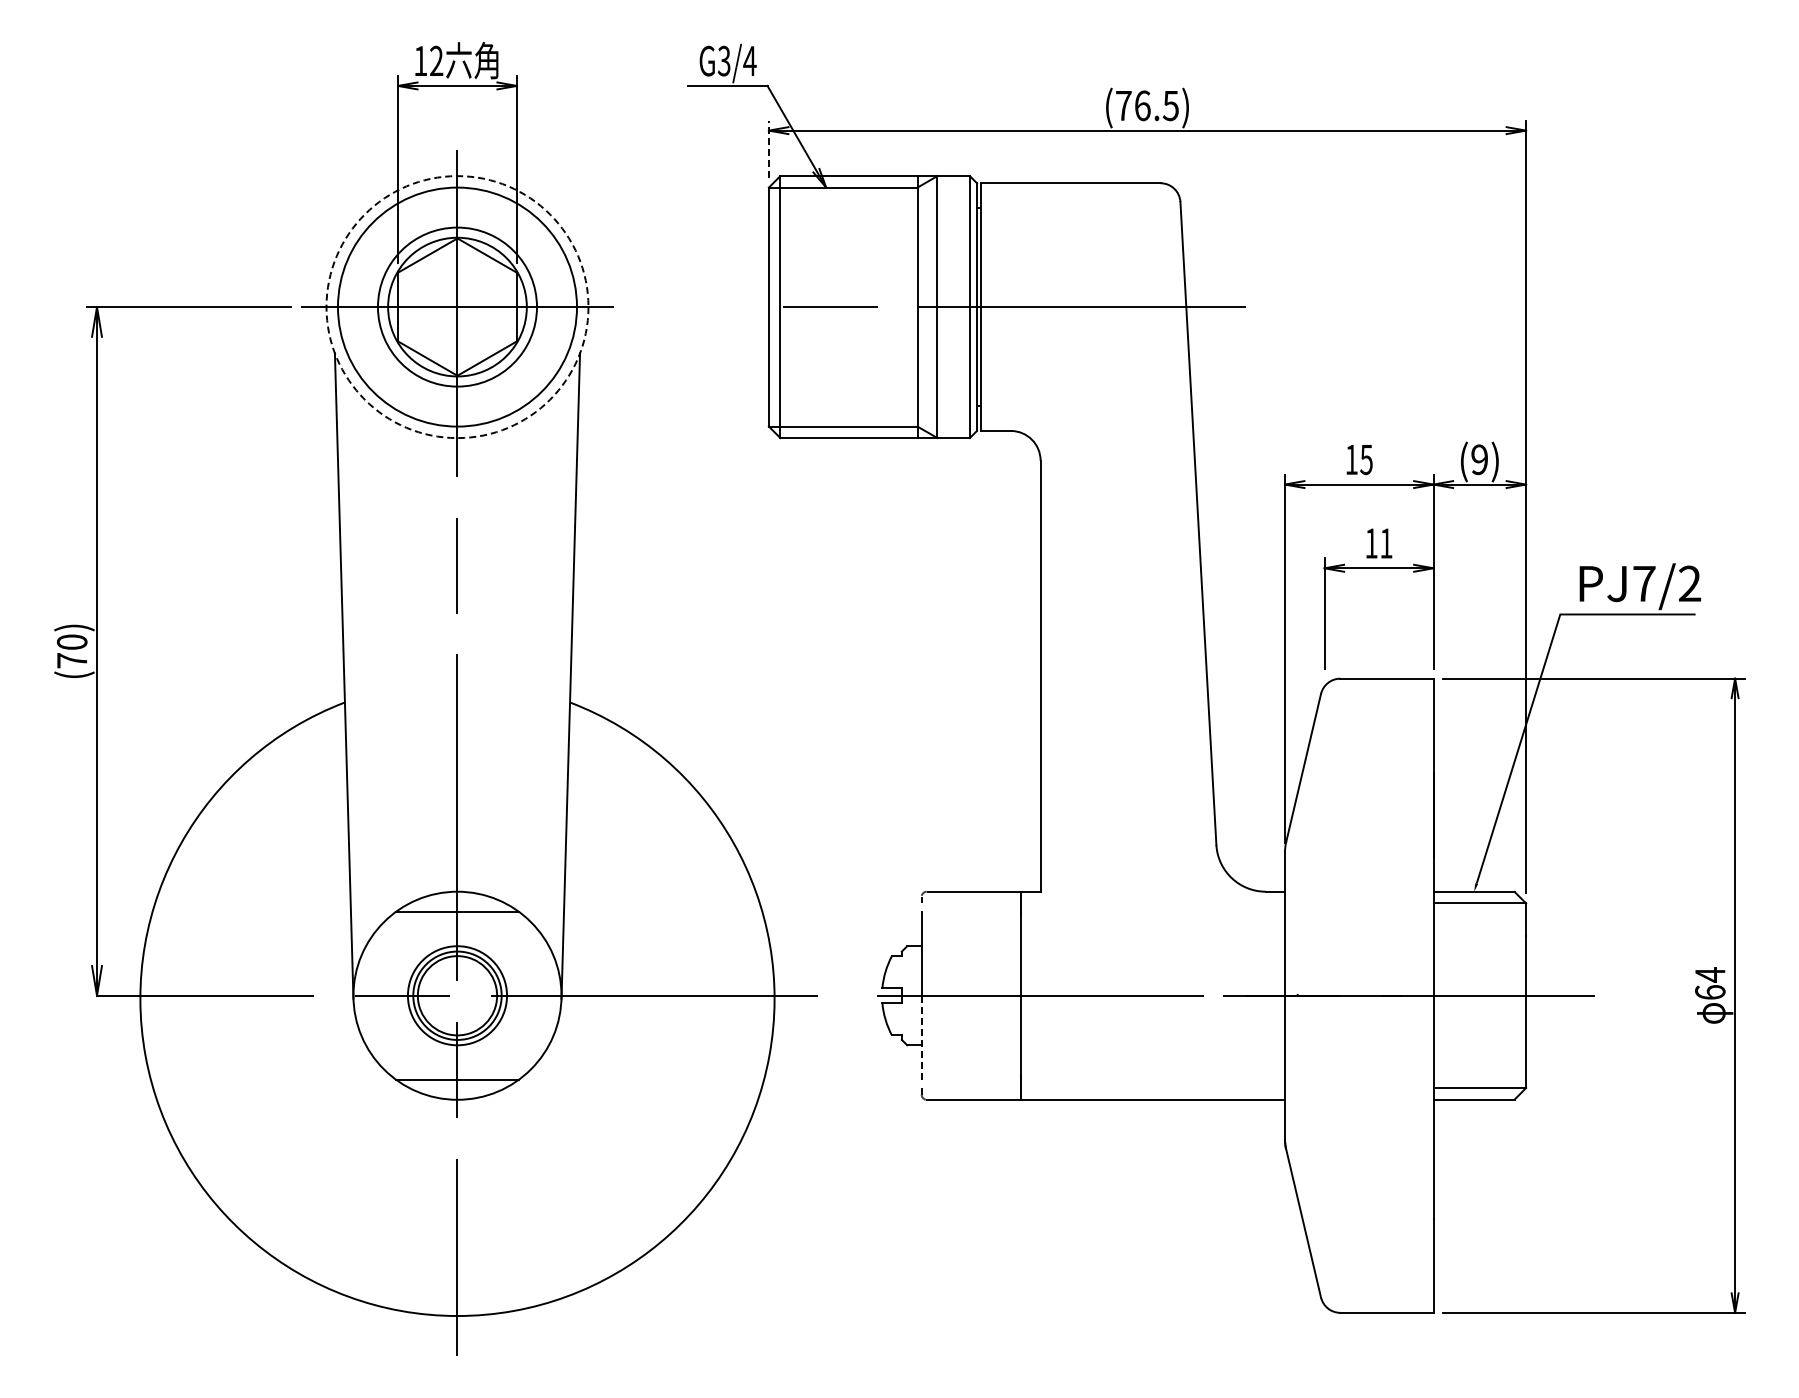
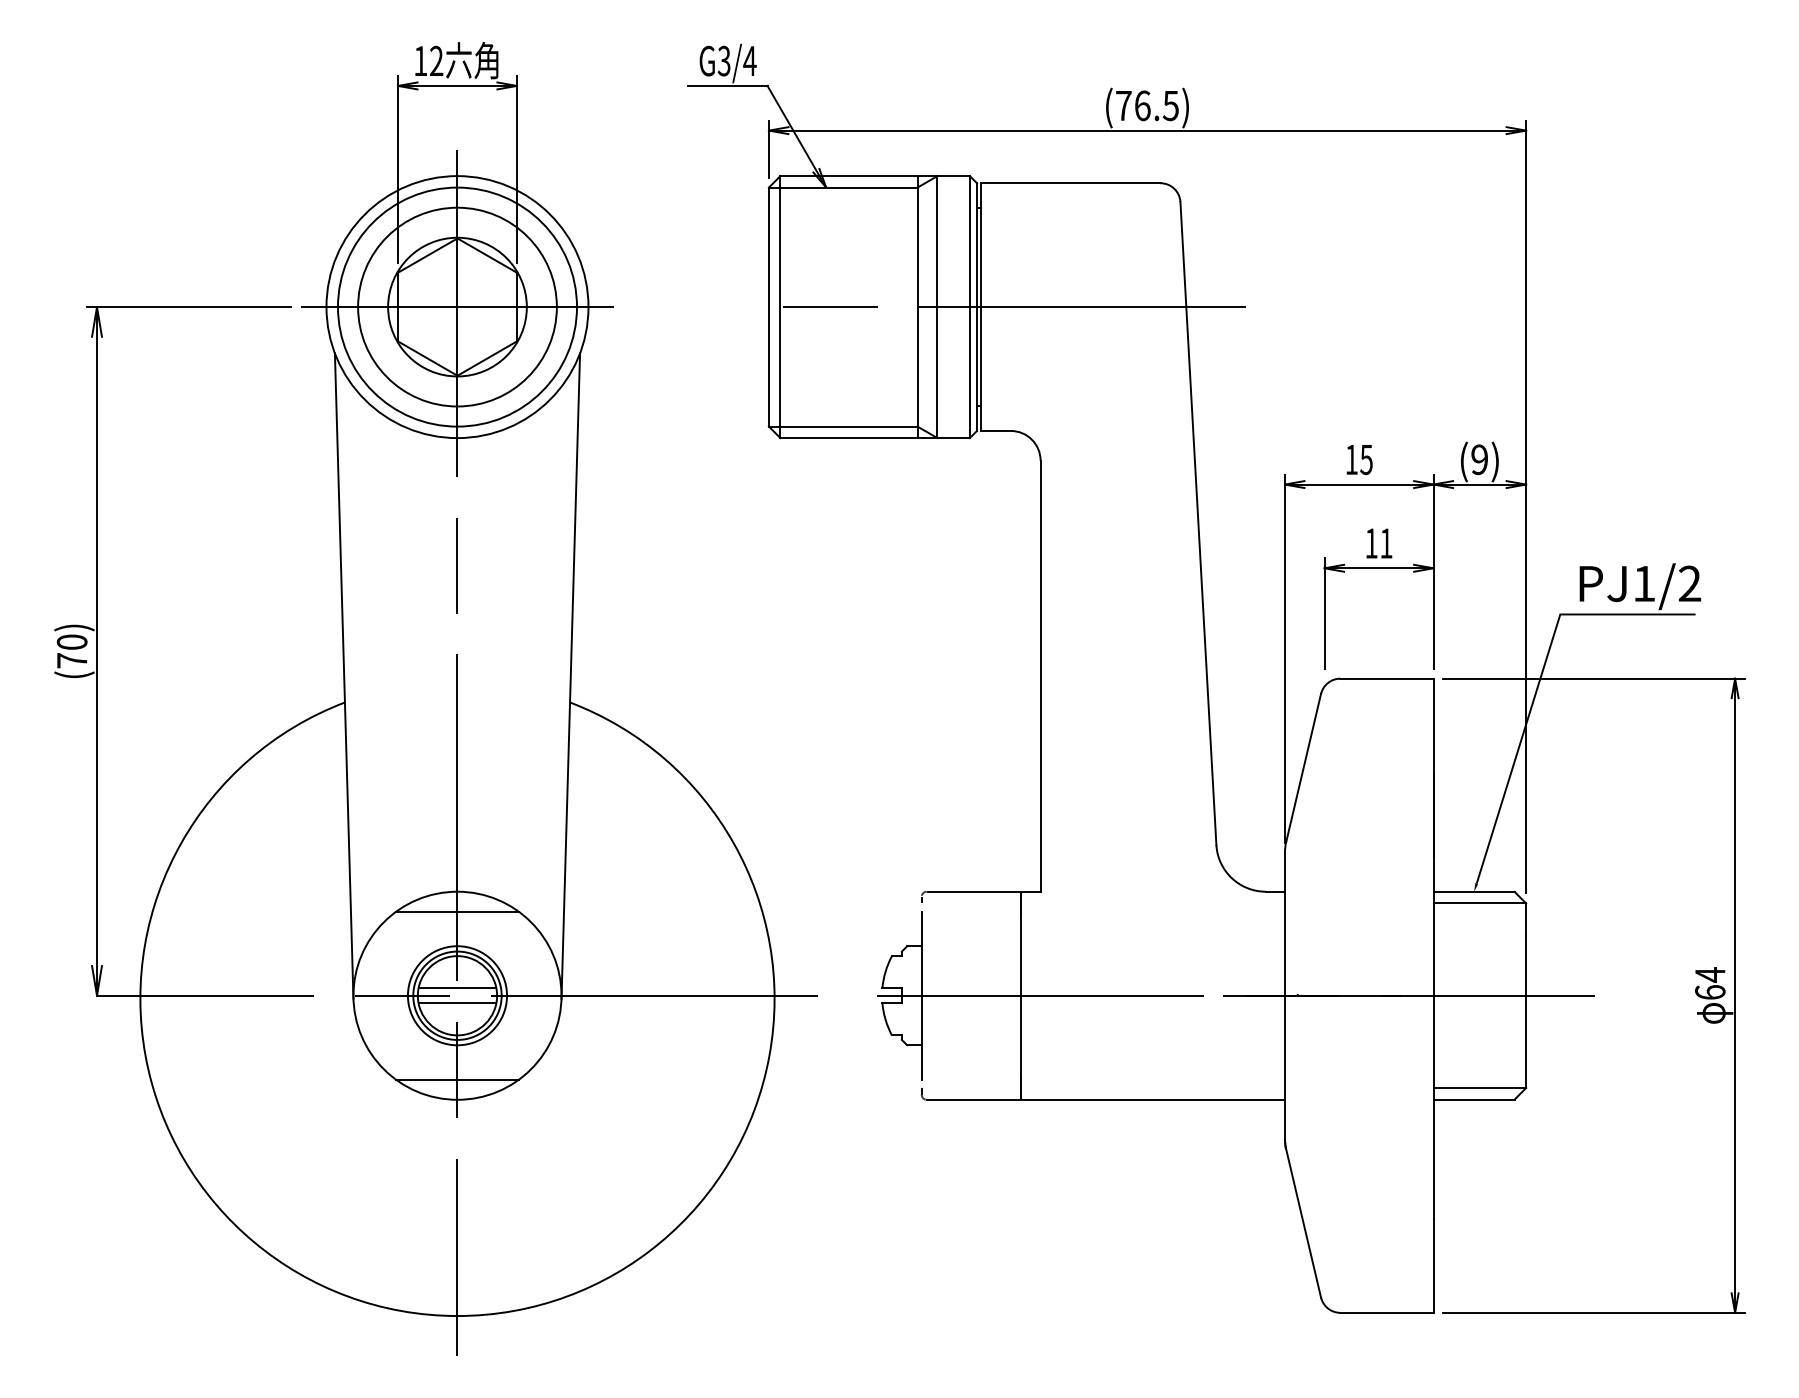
line at (768, 148): dashed -> solid
circle at (457, 306) diameter: 159 px -> 199 px
circle at (457, 307): dashed -> solid
text at (1644, 583): PJ7/2 -> PJ1/2
line at (457, 988): none -> present
line at (457, 1003): none -> present
line at (921, 1038): dashed -> solid
